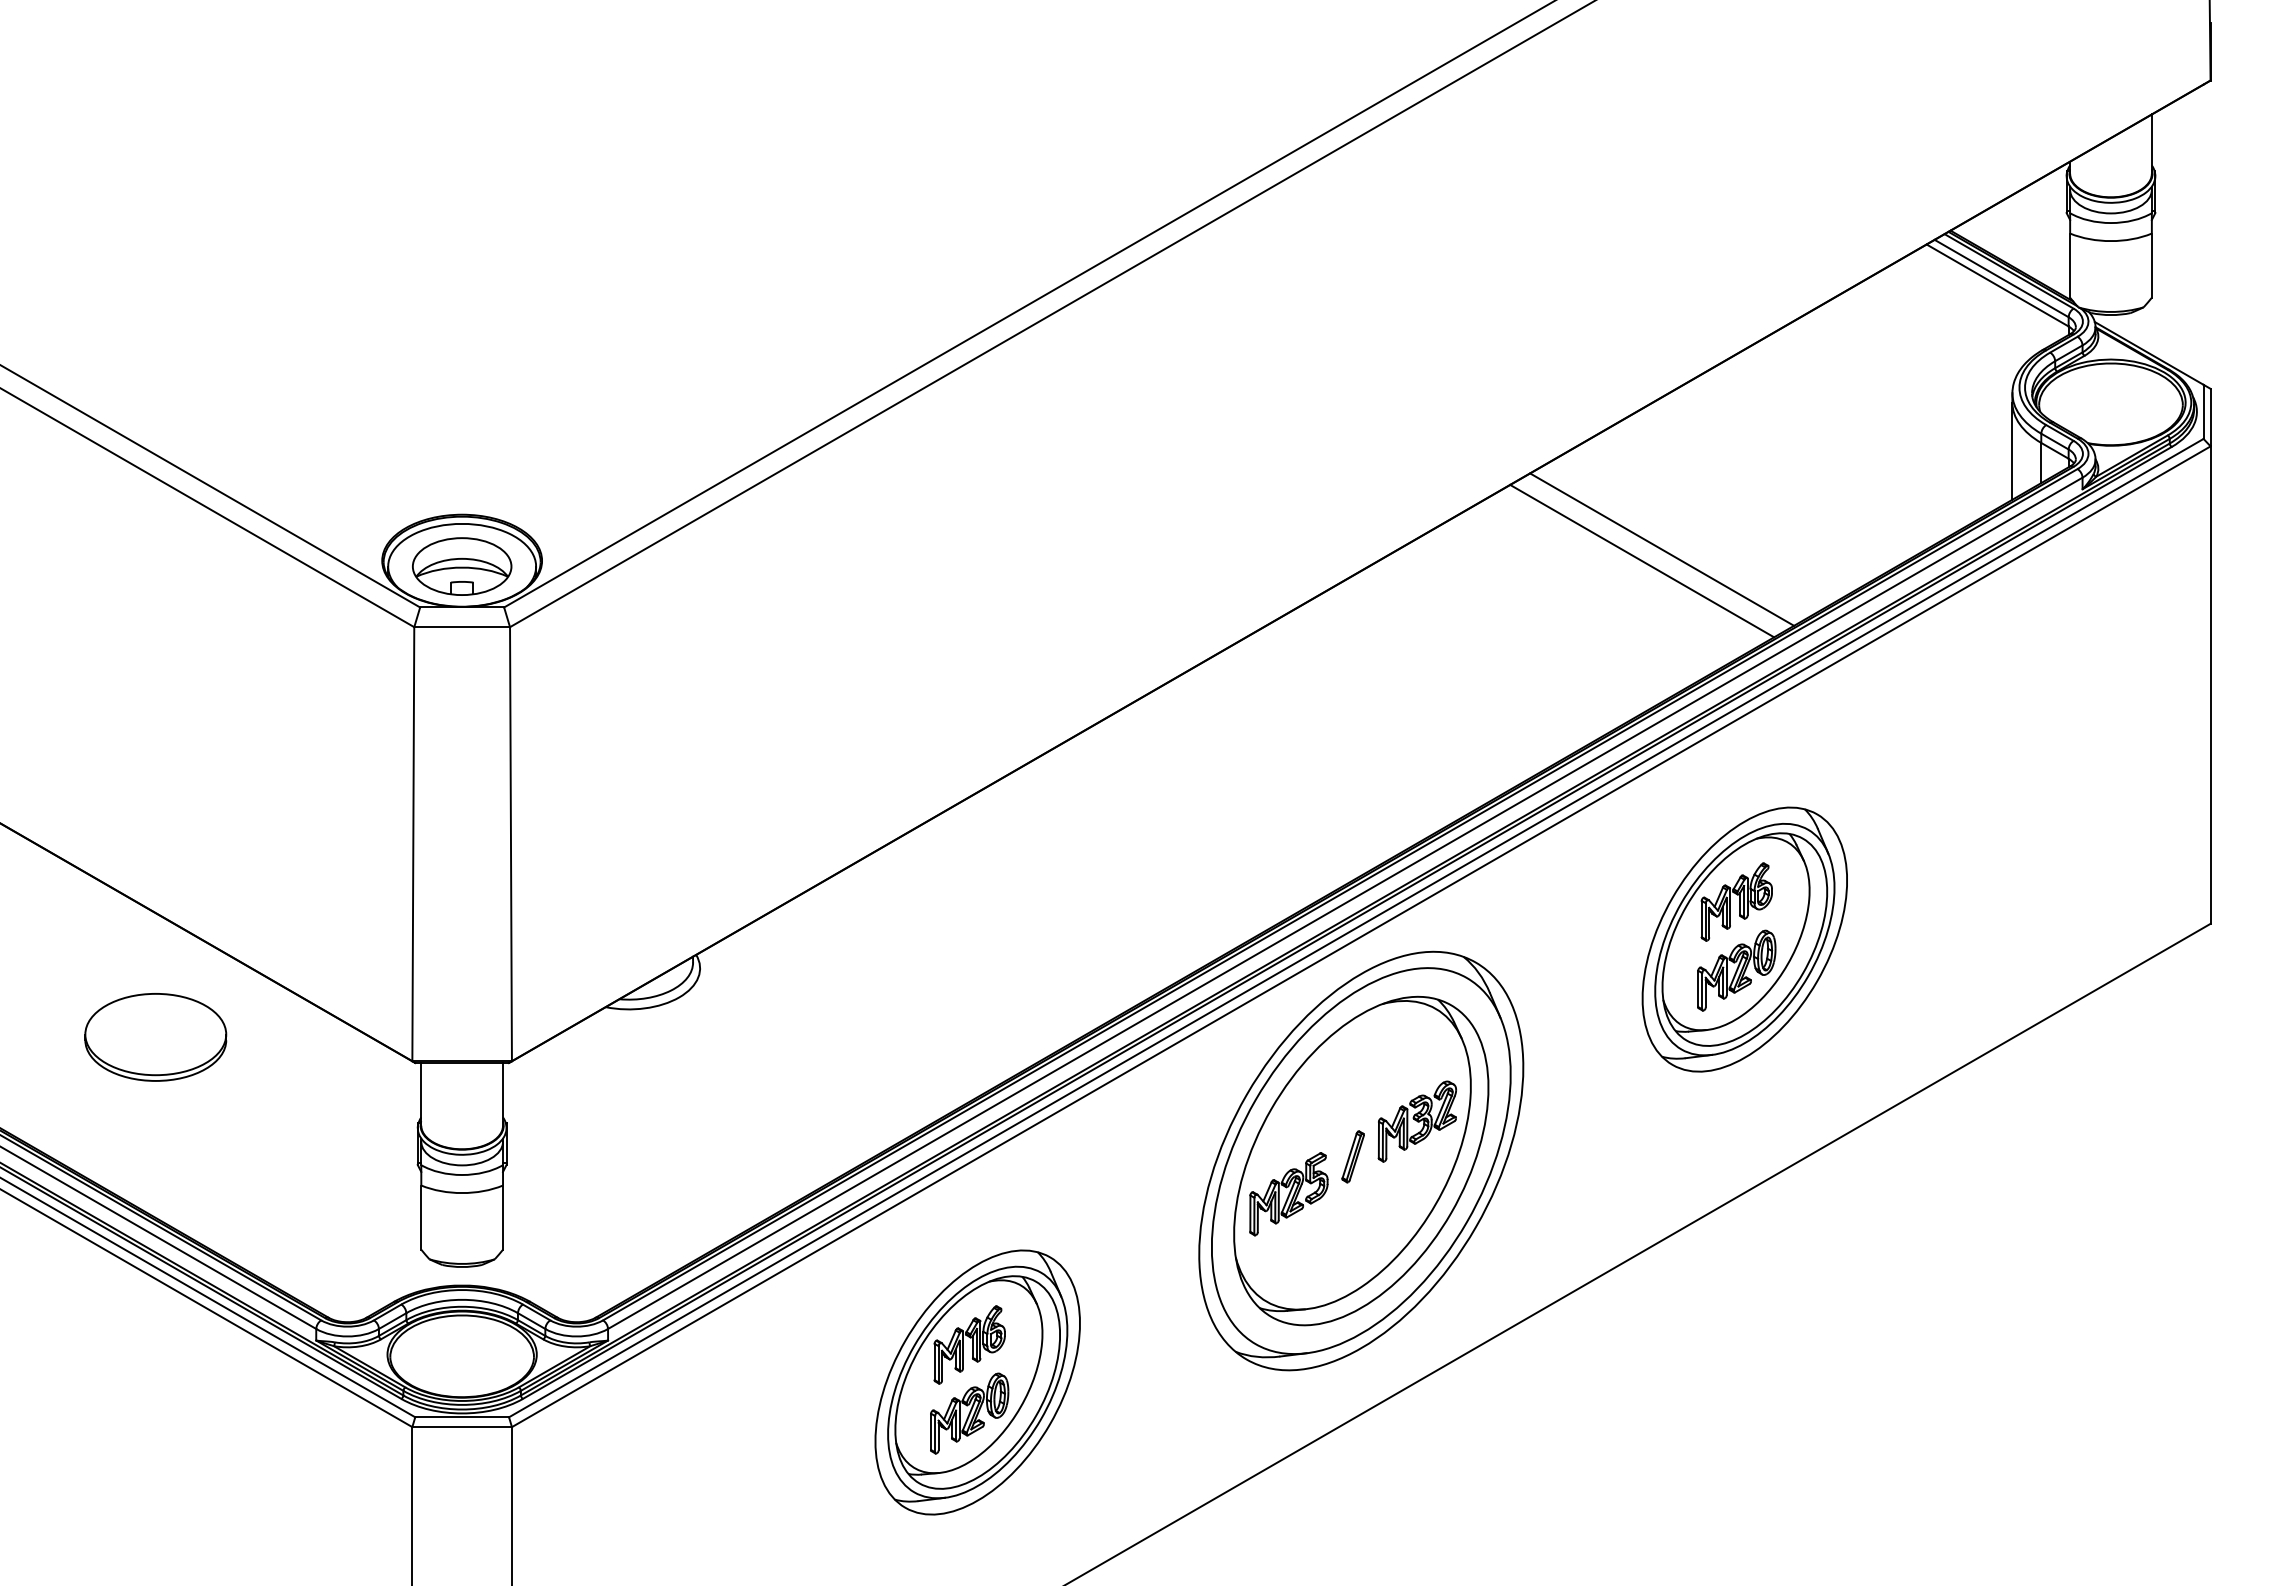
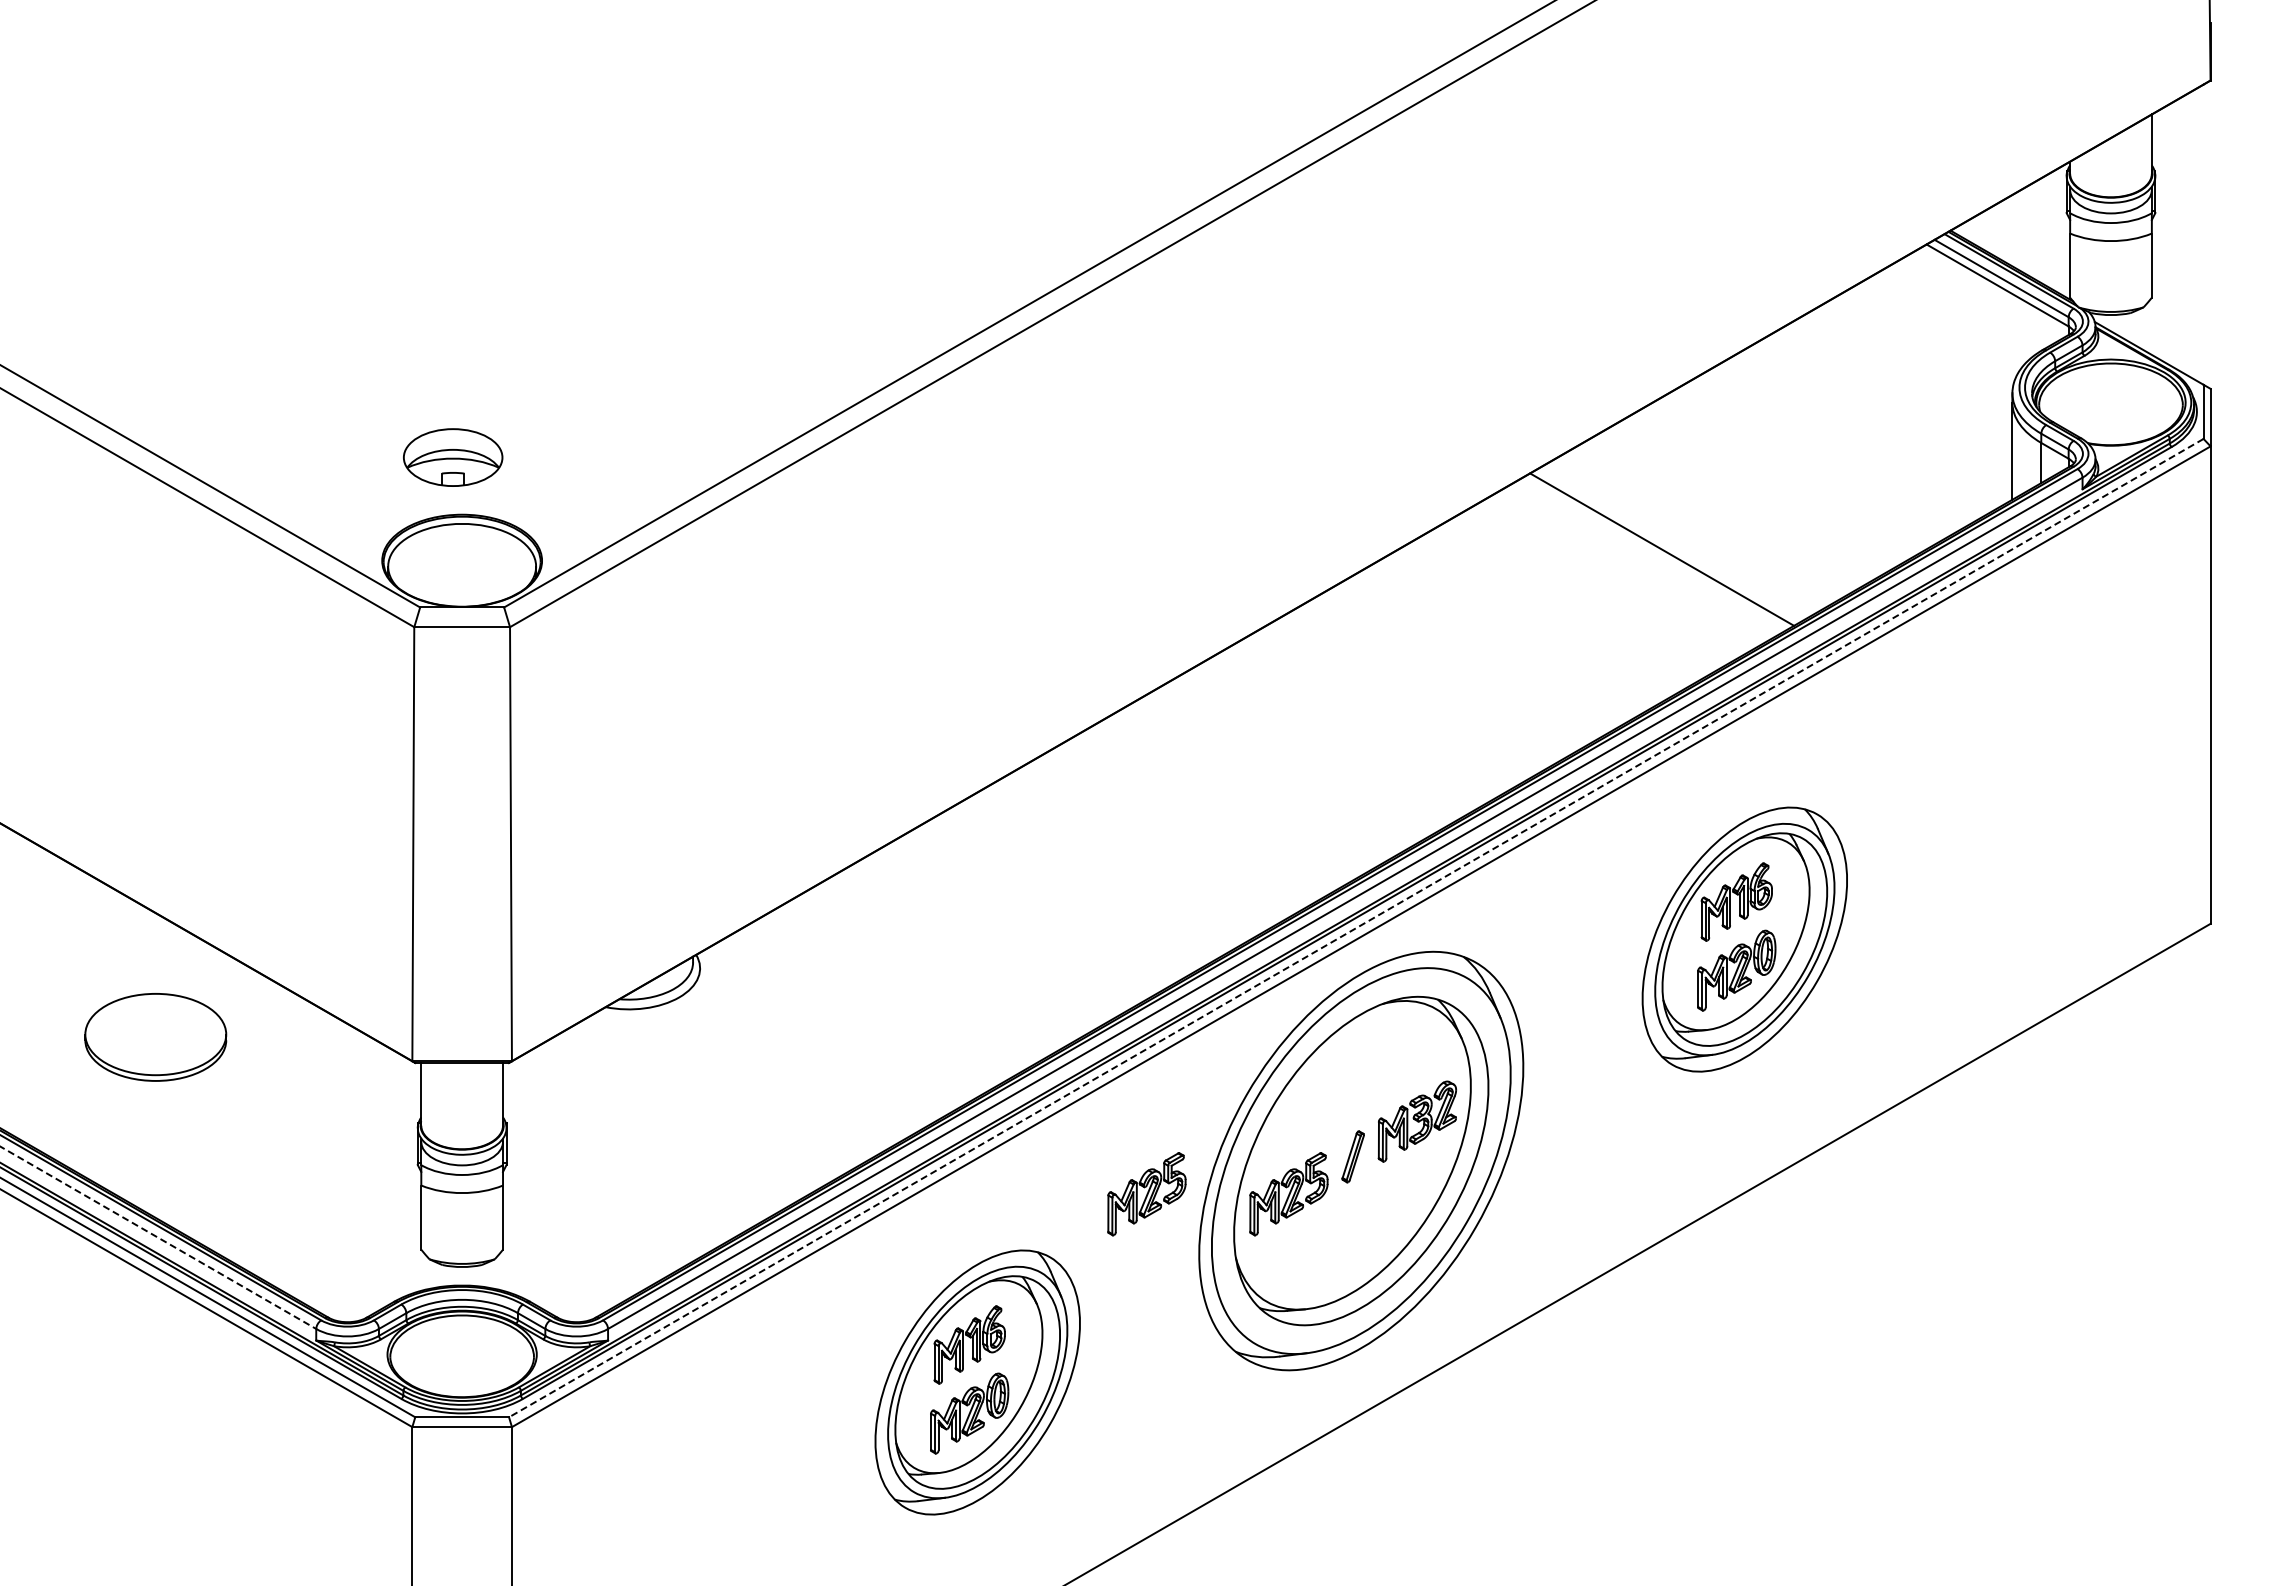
line at (1642, 560): present -> none
part at (462, 566) position: (462, 566) -> (453, 457)
line at (1355, 928): solid -> dashed
part at (1146, 1194): none -> present
line at (158, 1237): solid -> dashed
